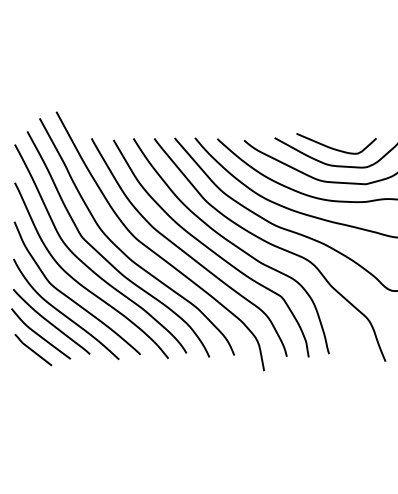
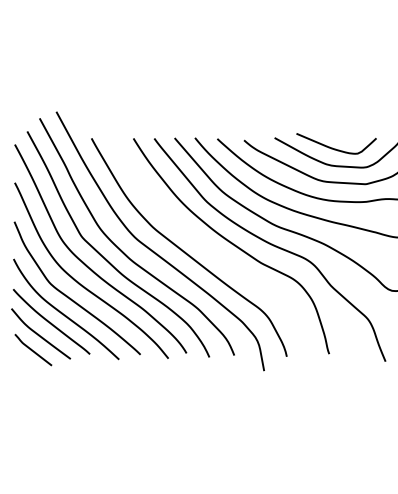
curve at (210, 248): present -> none
